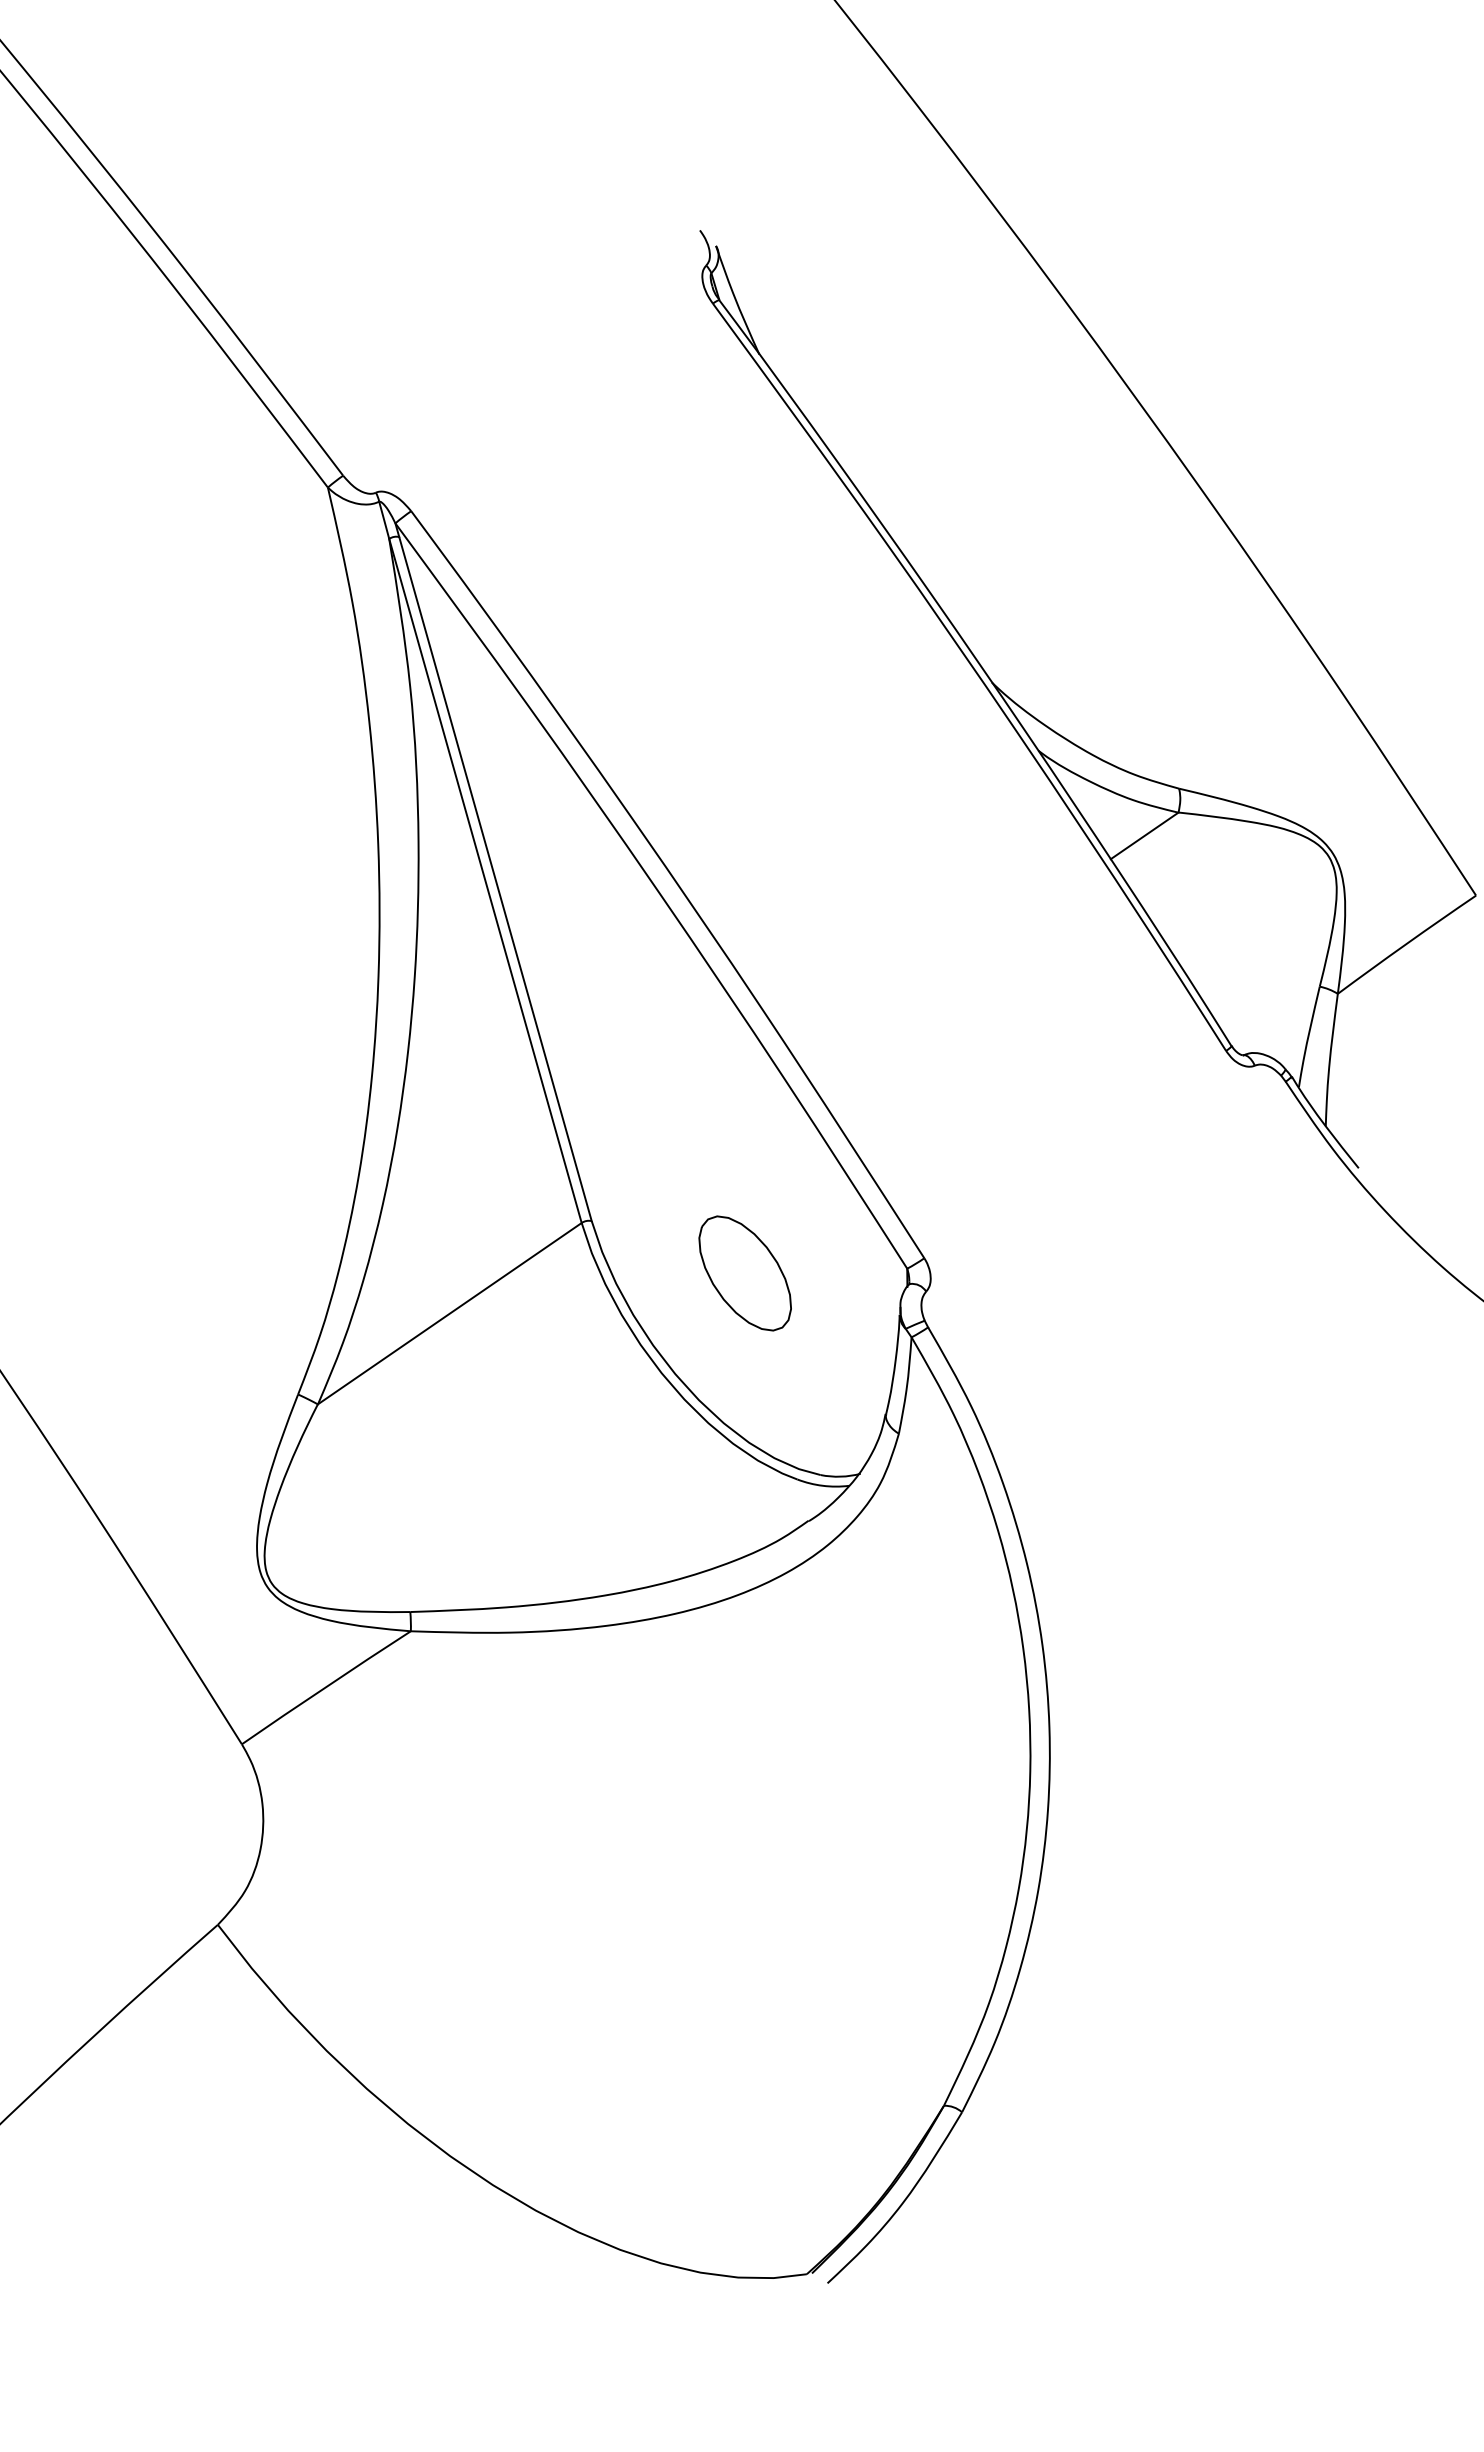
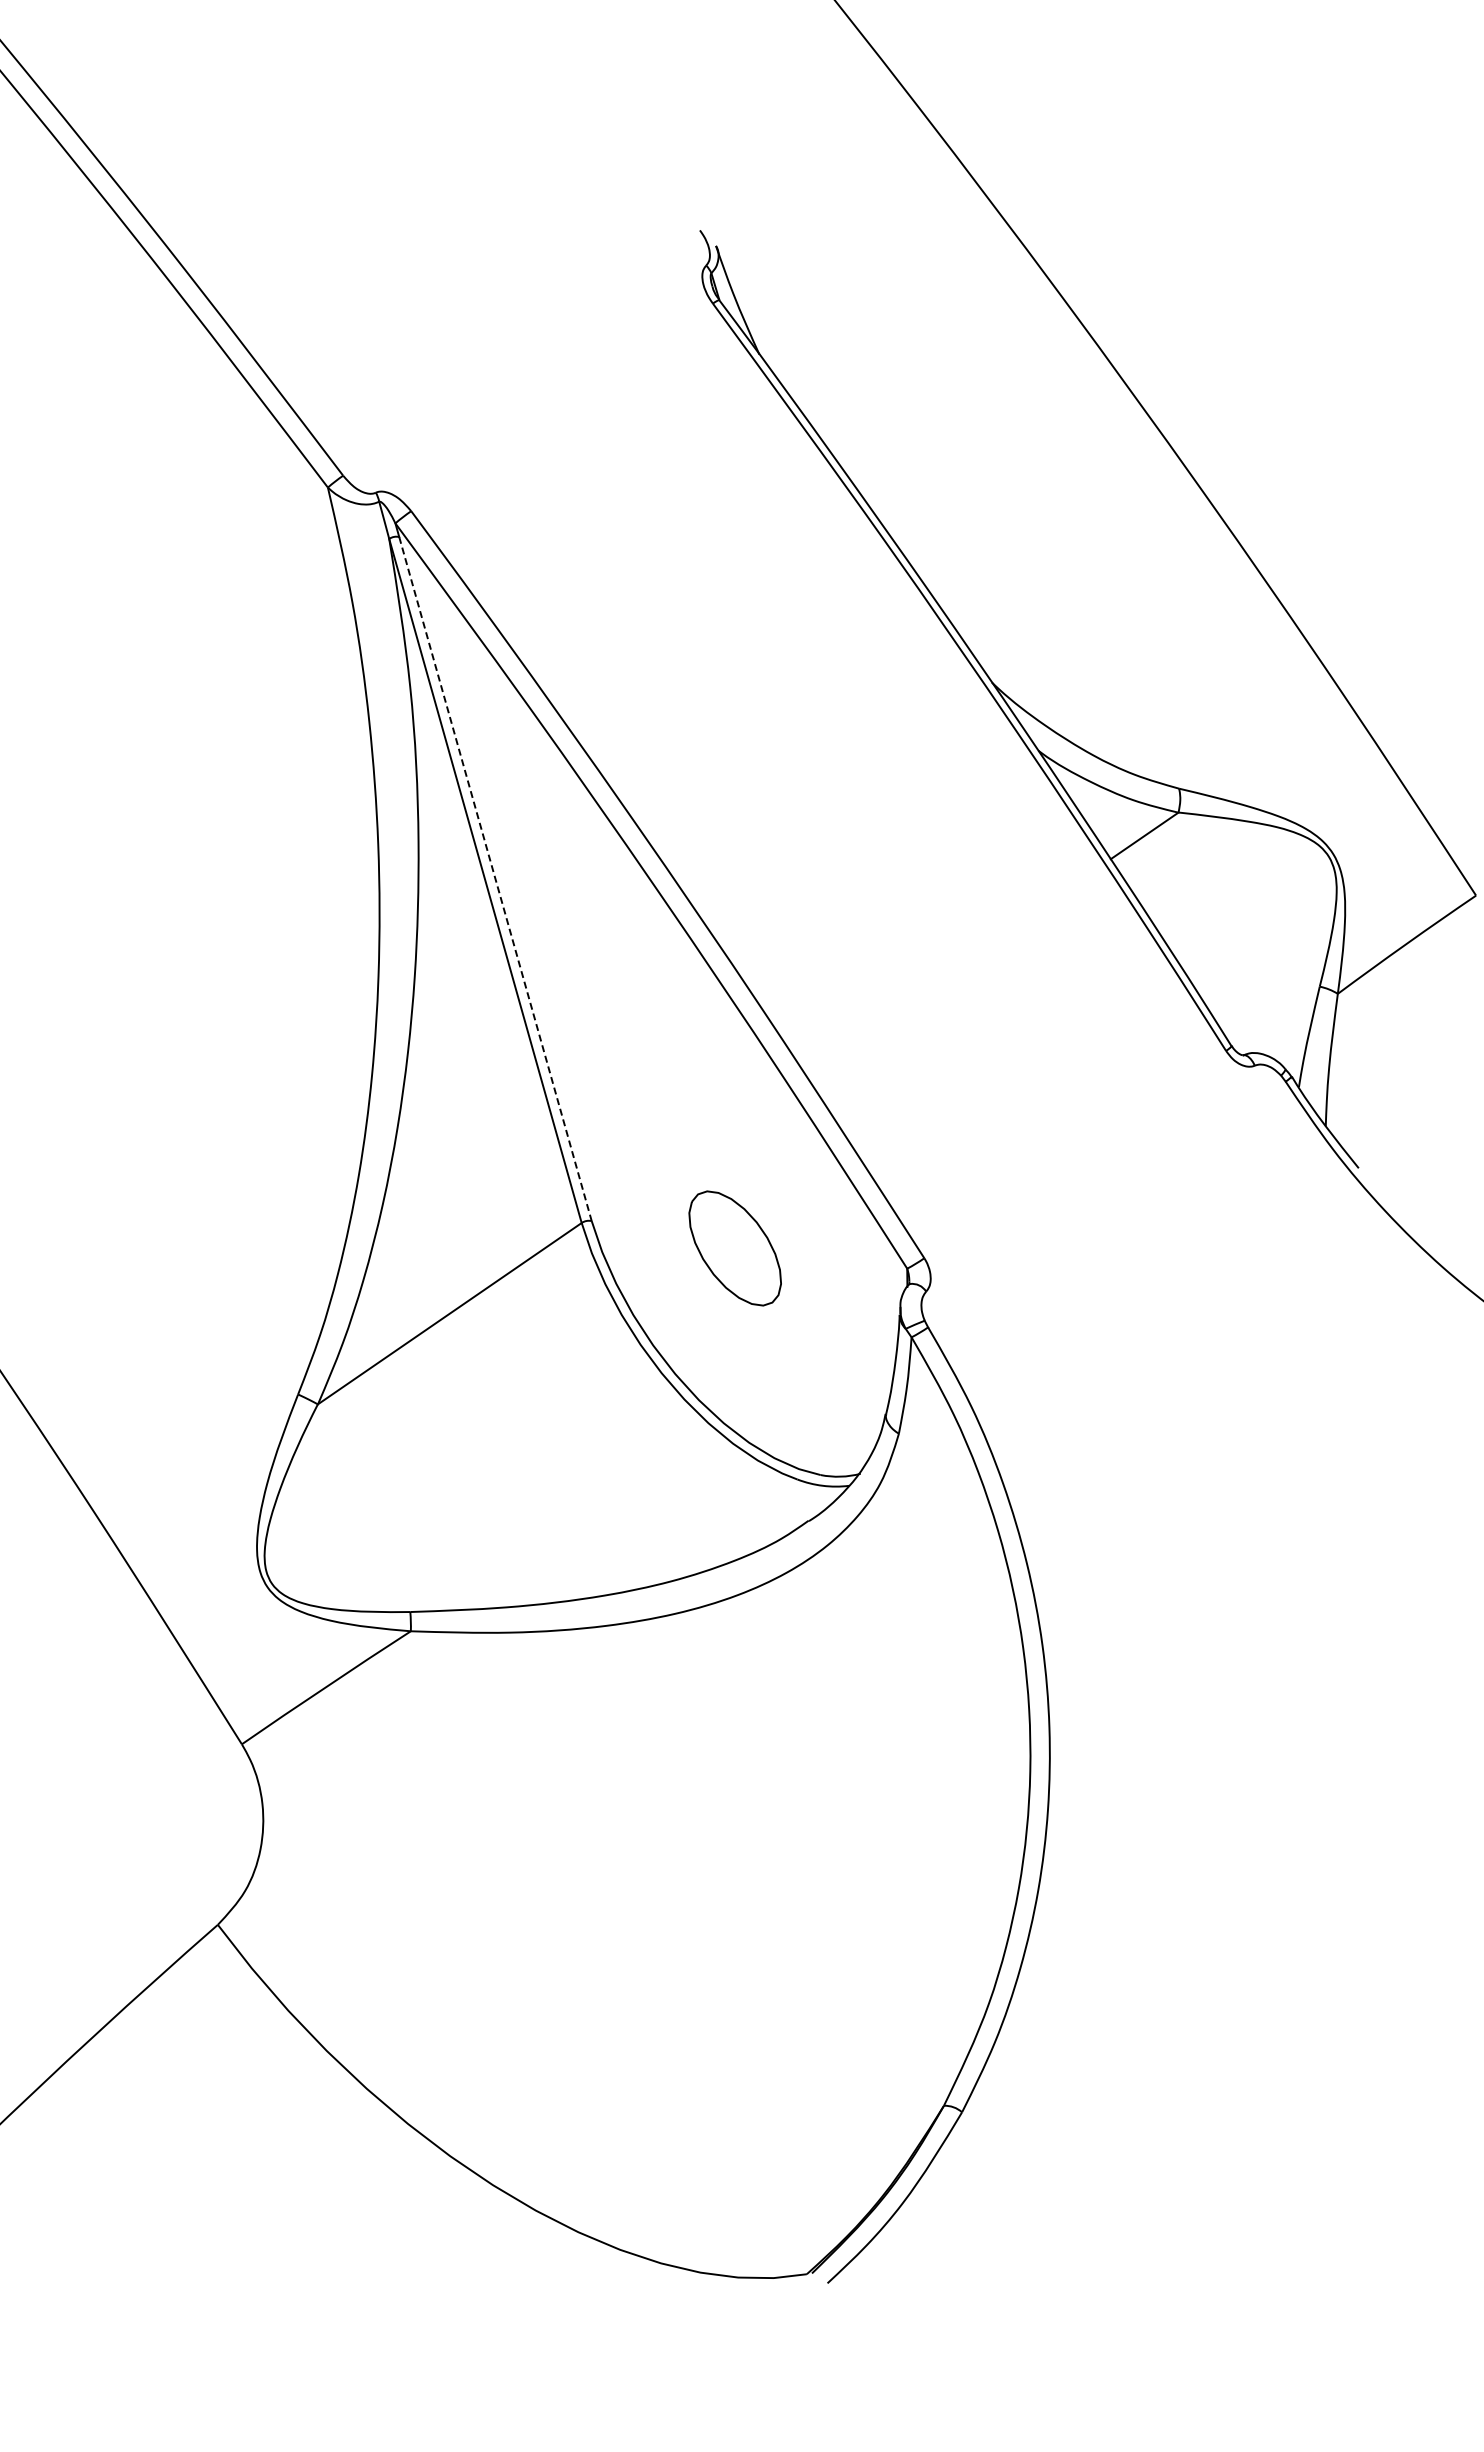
line at (495, 879): solid -> dashed
part at (744, 1273) position: (744, 1273) -> (734, 1248)
